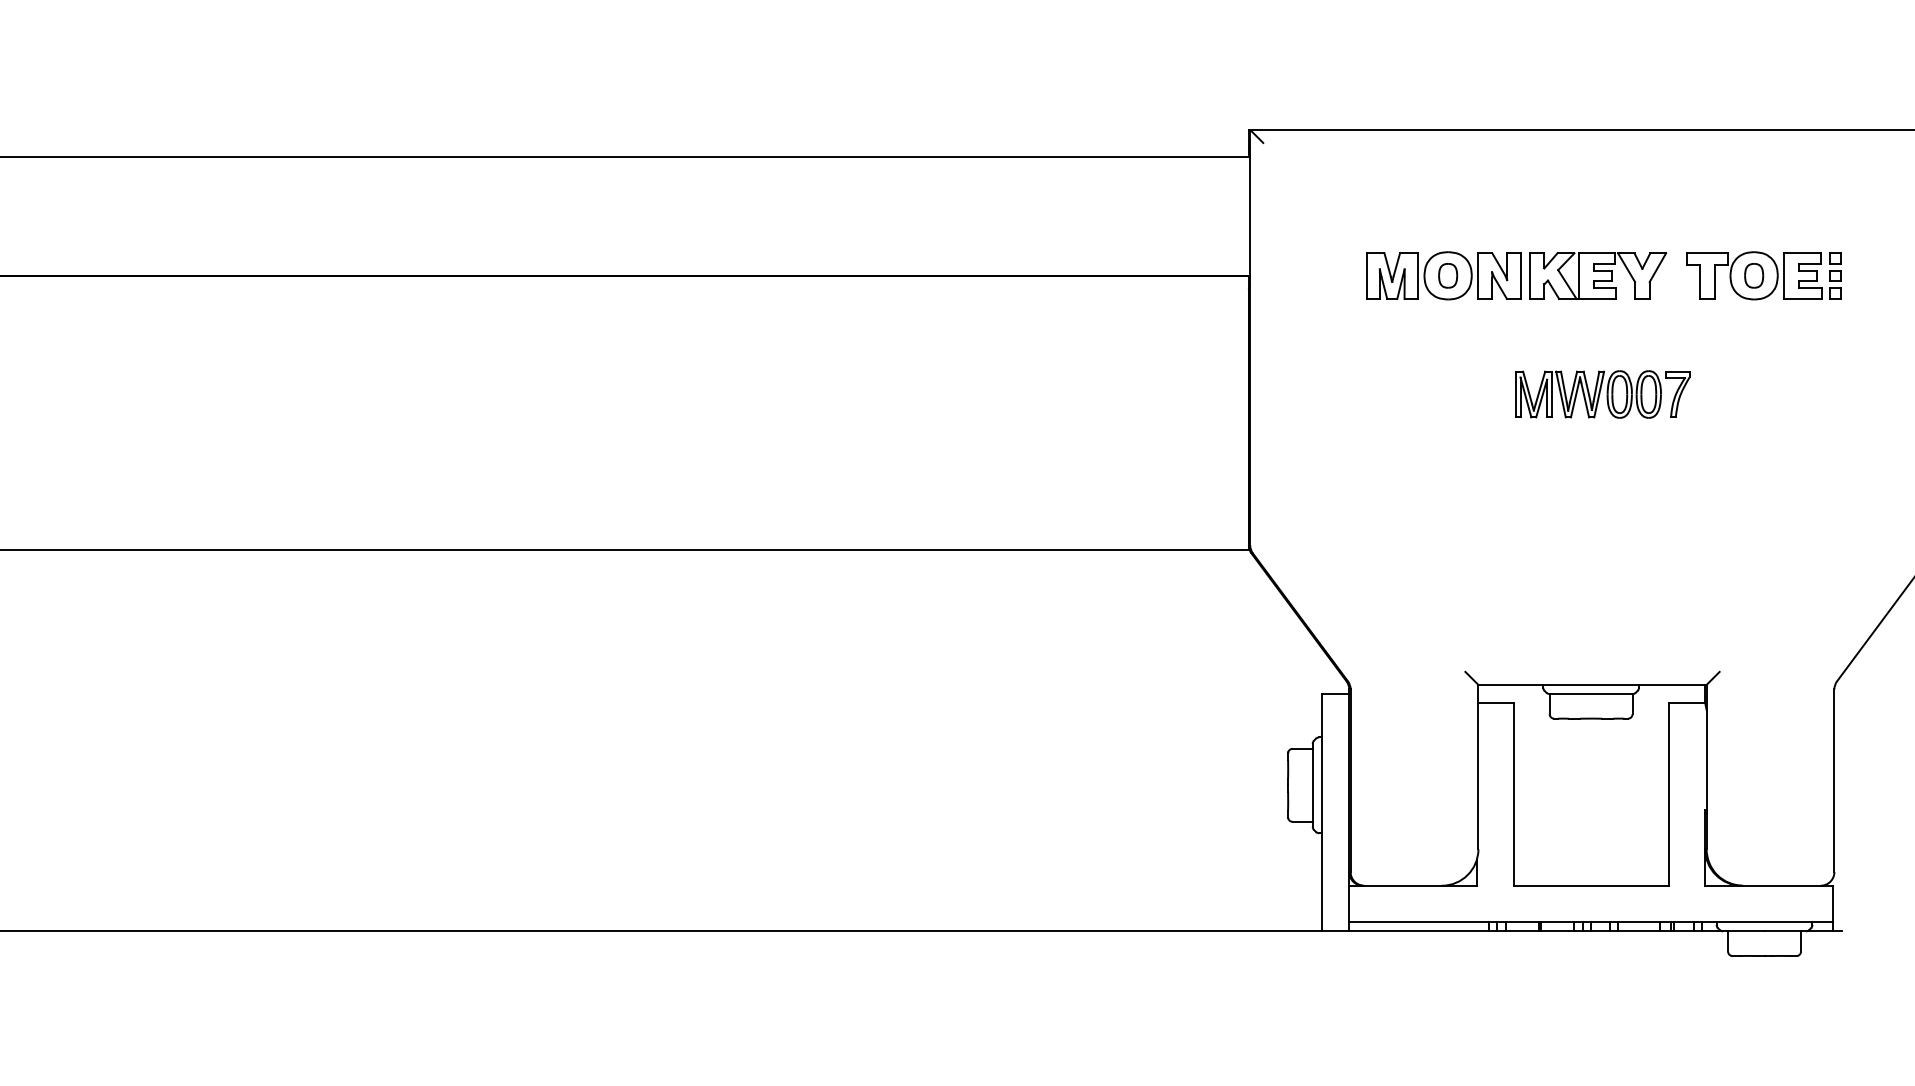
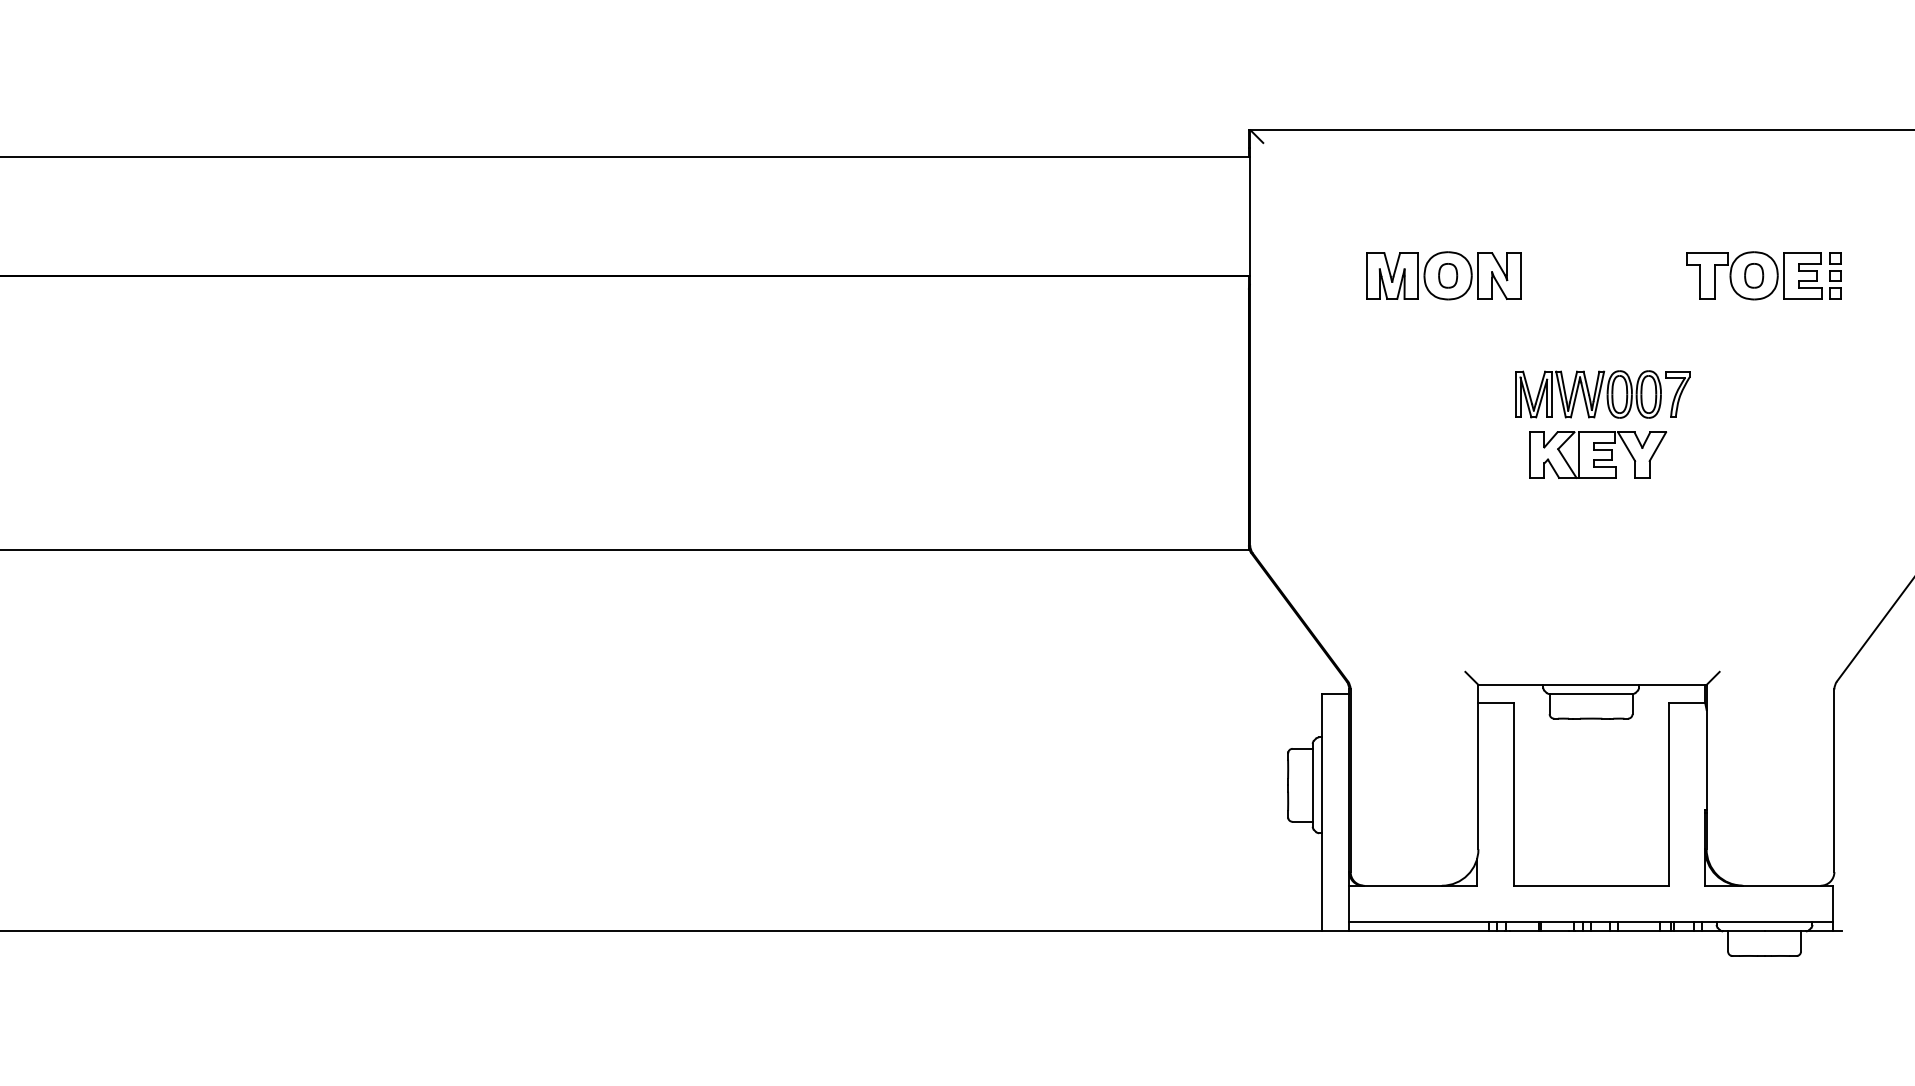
part at (1598, 275) position: (1598, 275) -> (1598, 454)
